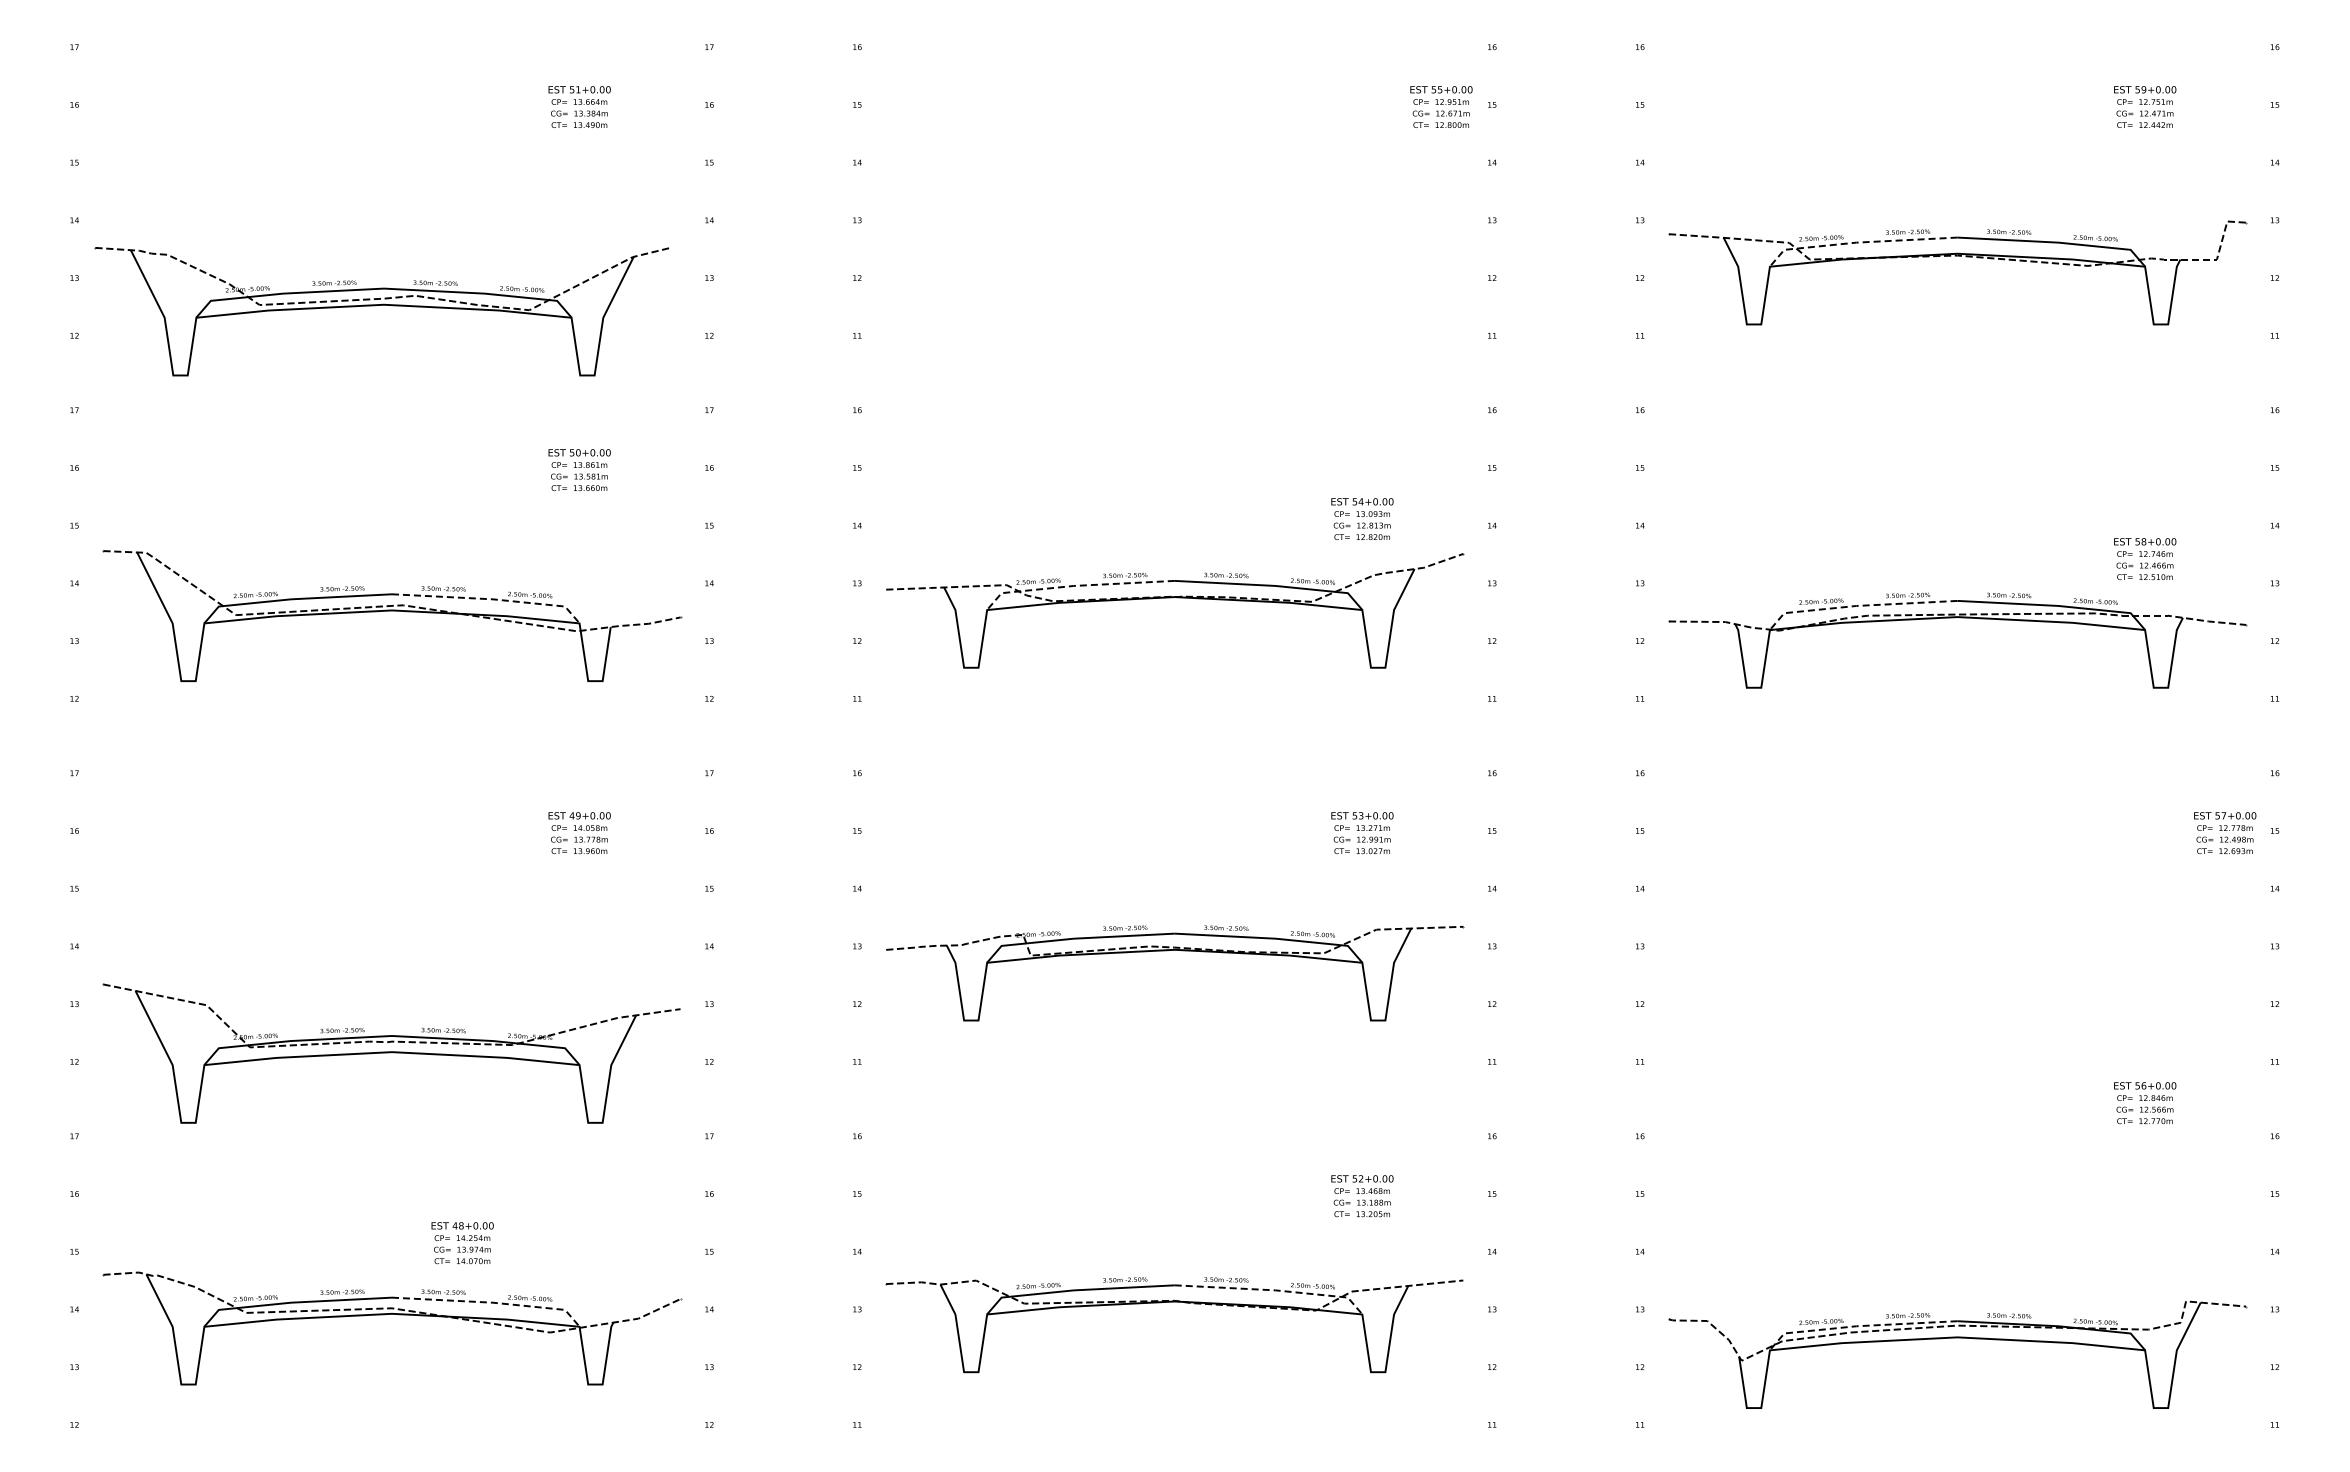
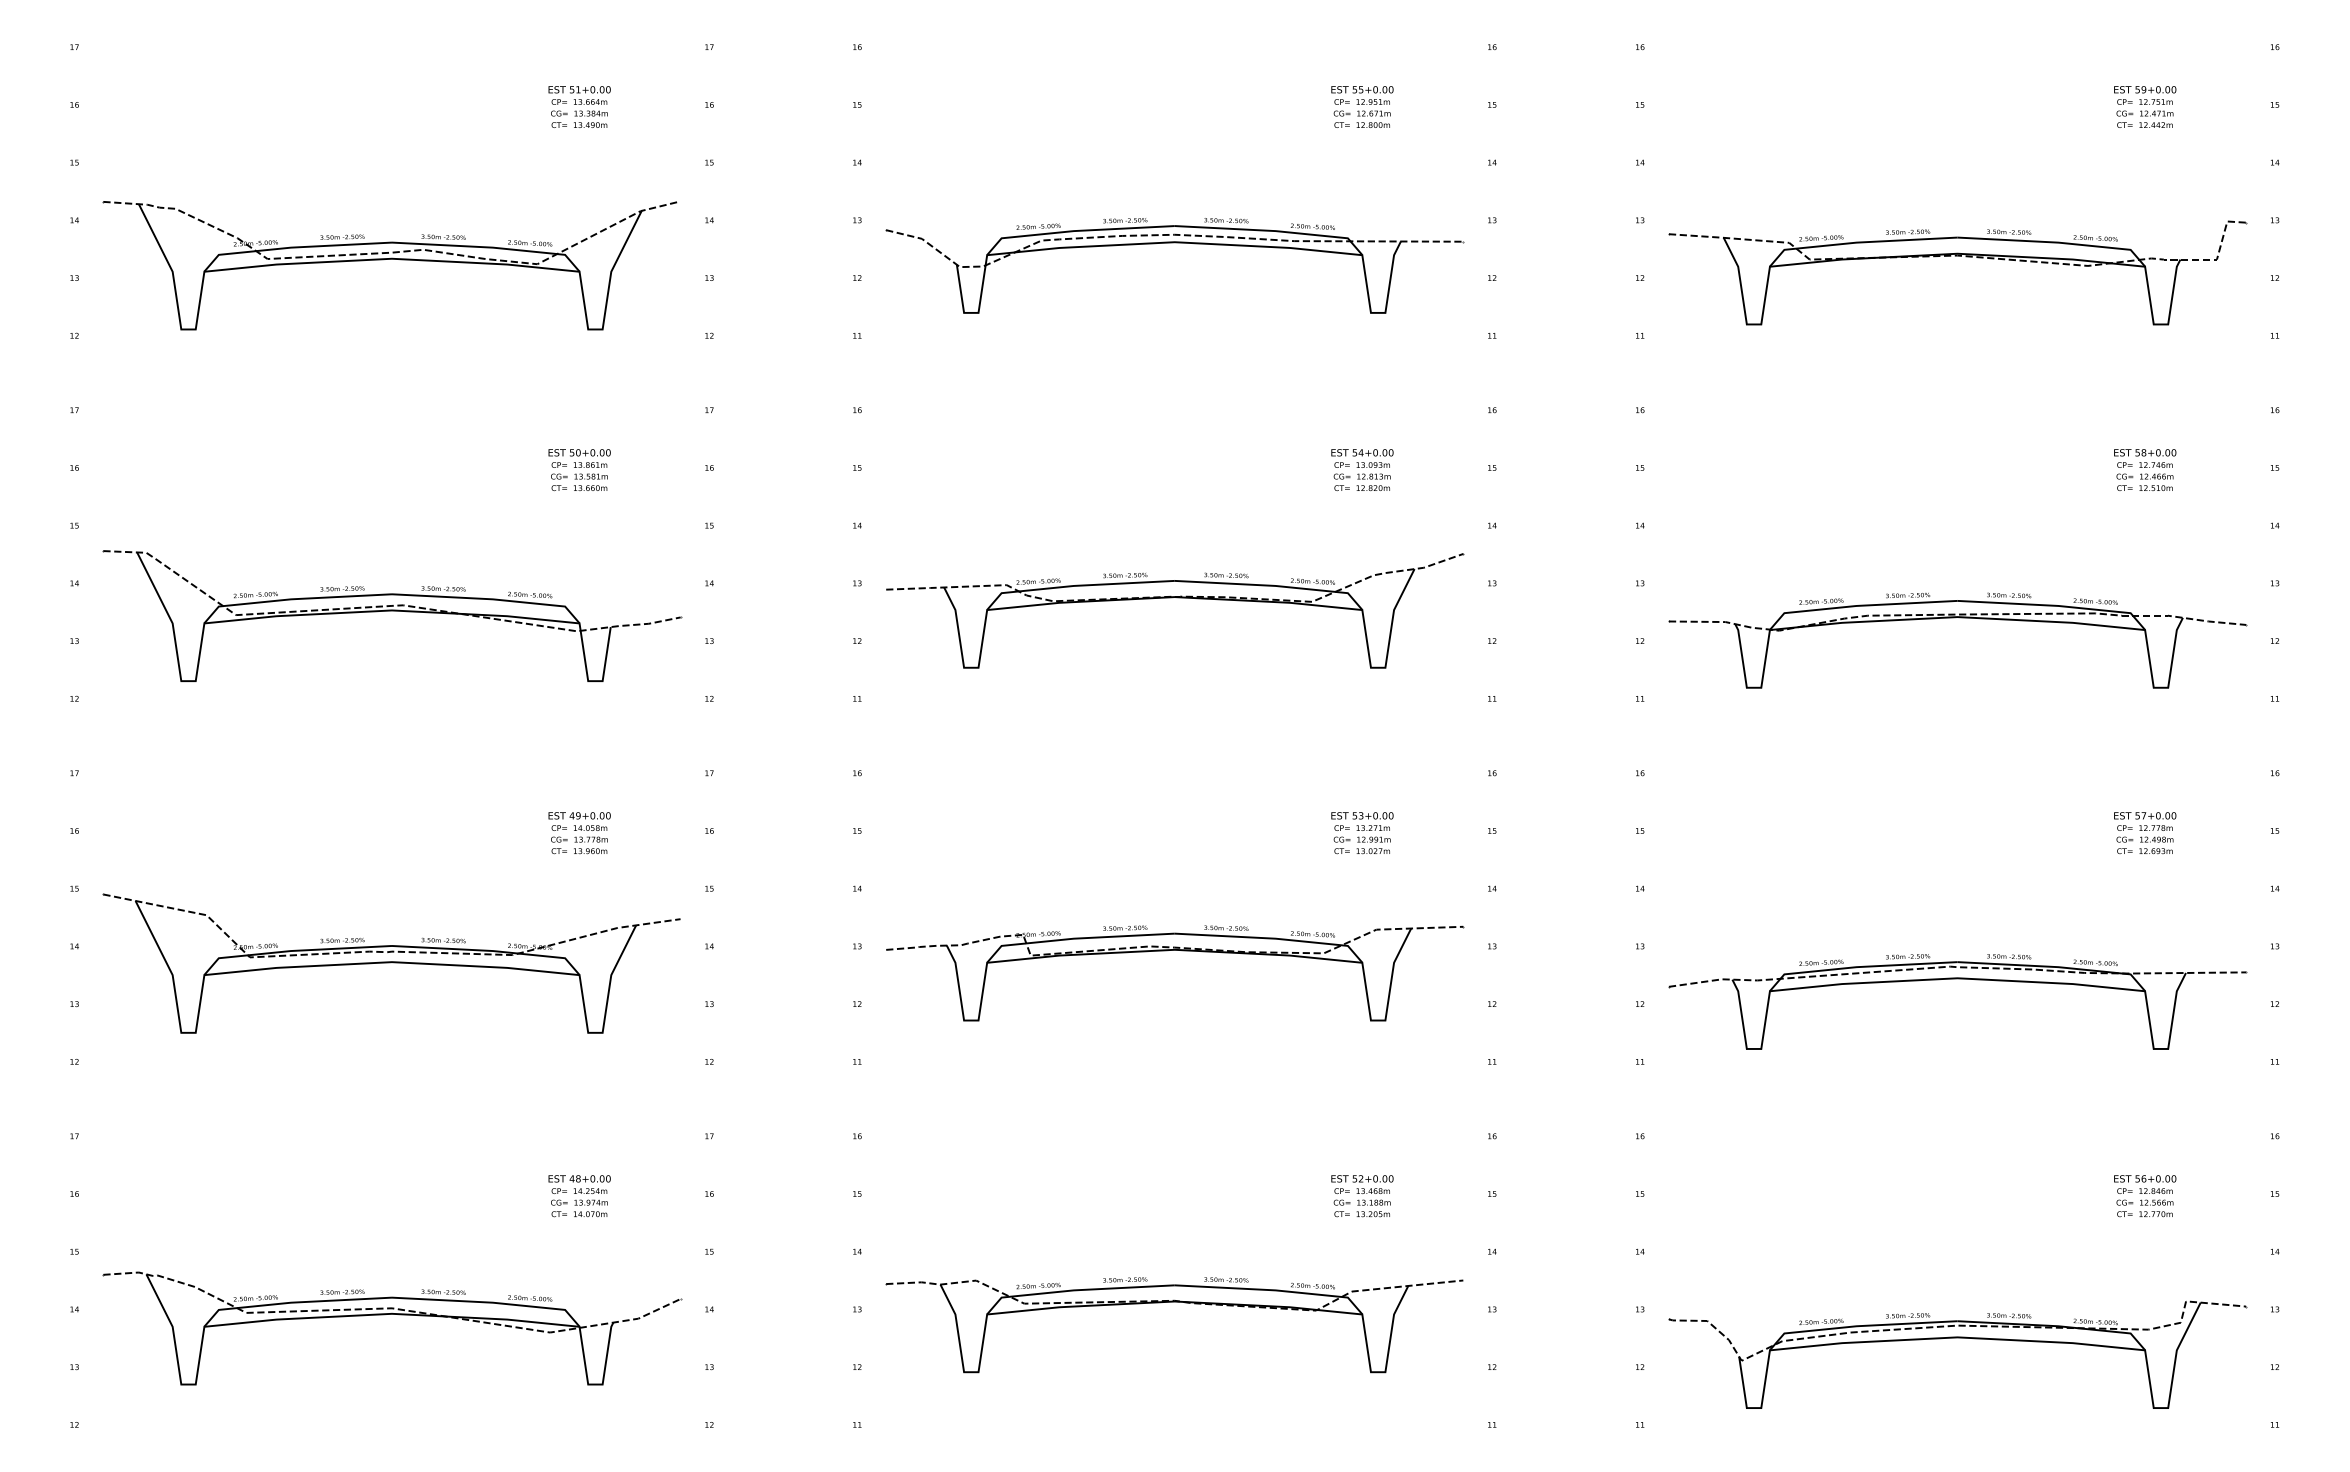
text at (1441, 106) position: (1441, 106) -> (1362, 106)
line at (1858, 242): dashed -> solid
part at (1174, 243): none -> present
part at (381, 311) position: (381, 311) -> (389, 265)
text at (1362, 518) position: (1362, 518) -> (1362, 469)
text at (2145, 558) position: (2145, 558) -> (2145, 469)
line at (1075, 585): dashed -> solid
line at (491, 599): dashed -> solid
line at (1858, 605): dashed -> solid
text at (2225, 833) position: (2225, 833) -> (2145, 833)
part at (1957, 979): none -> present
part at (391, 1053) position: (391, 1053) -> (391, 963)
text at (2145, 1103) position: (2145, 1103) -> (2145, 1196)
text at (462, 1243) position: (462, 1243) -> (579, 1196)
line at (1273, 1290): dashed -> solid
line at (491, 1302): dashed -> solid
line at (1858, 1326): dashed -> solid
